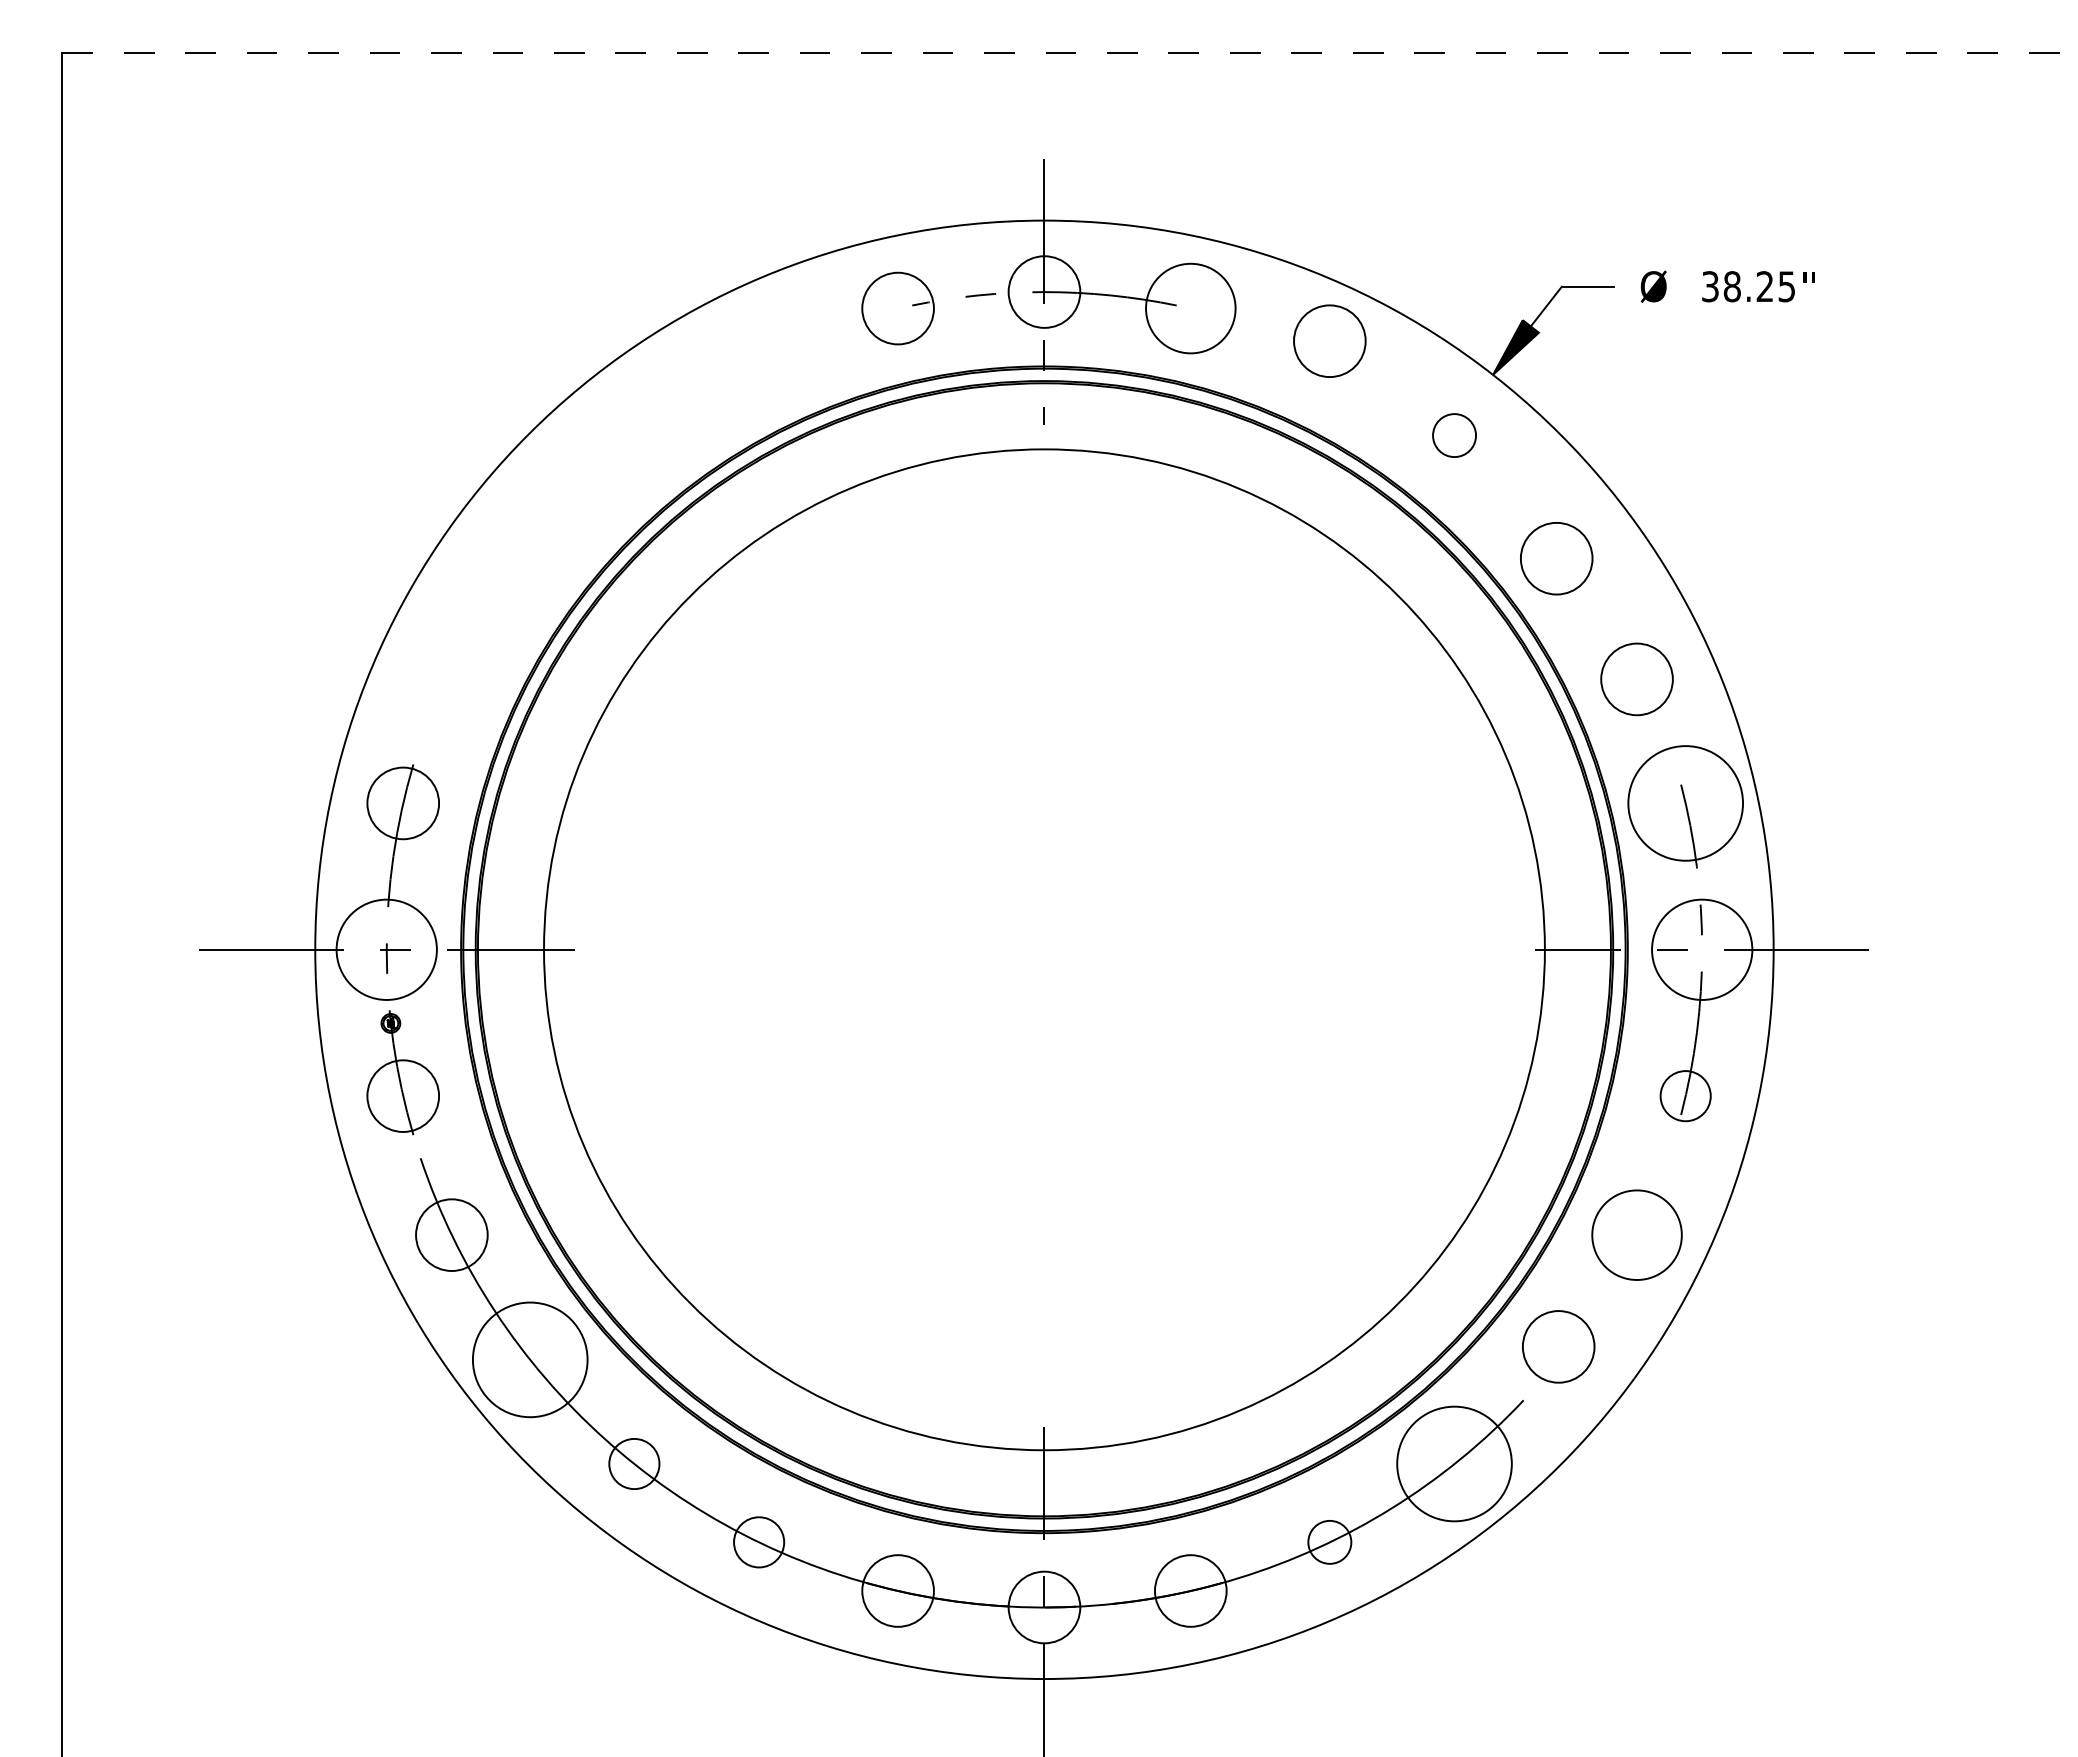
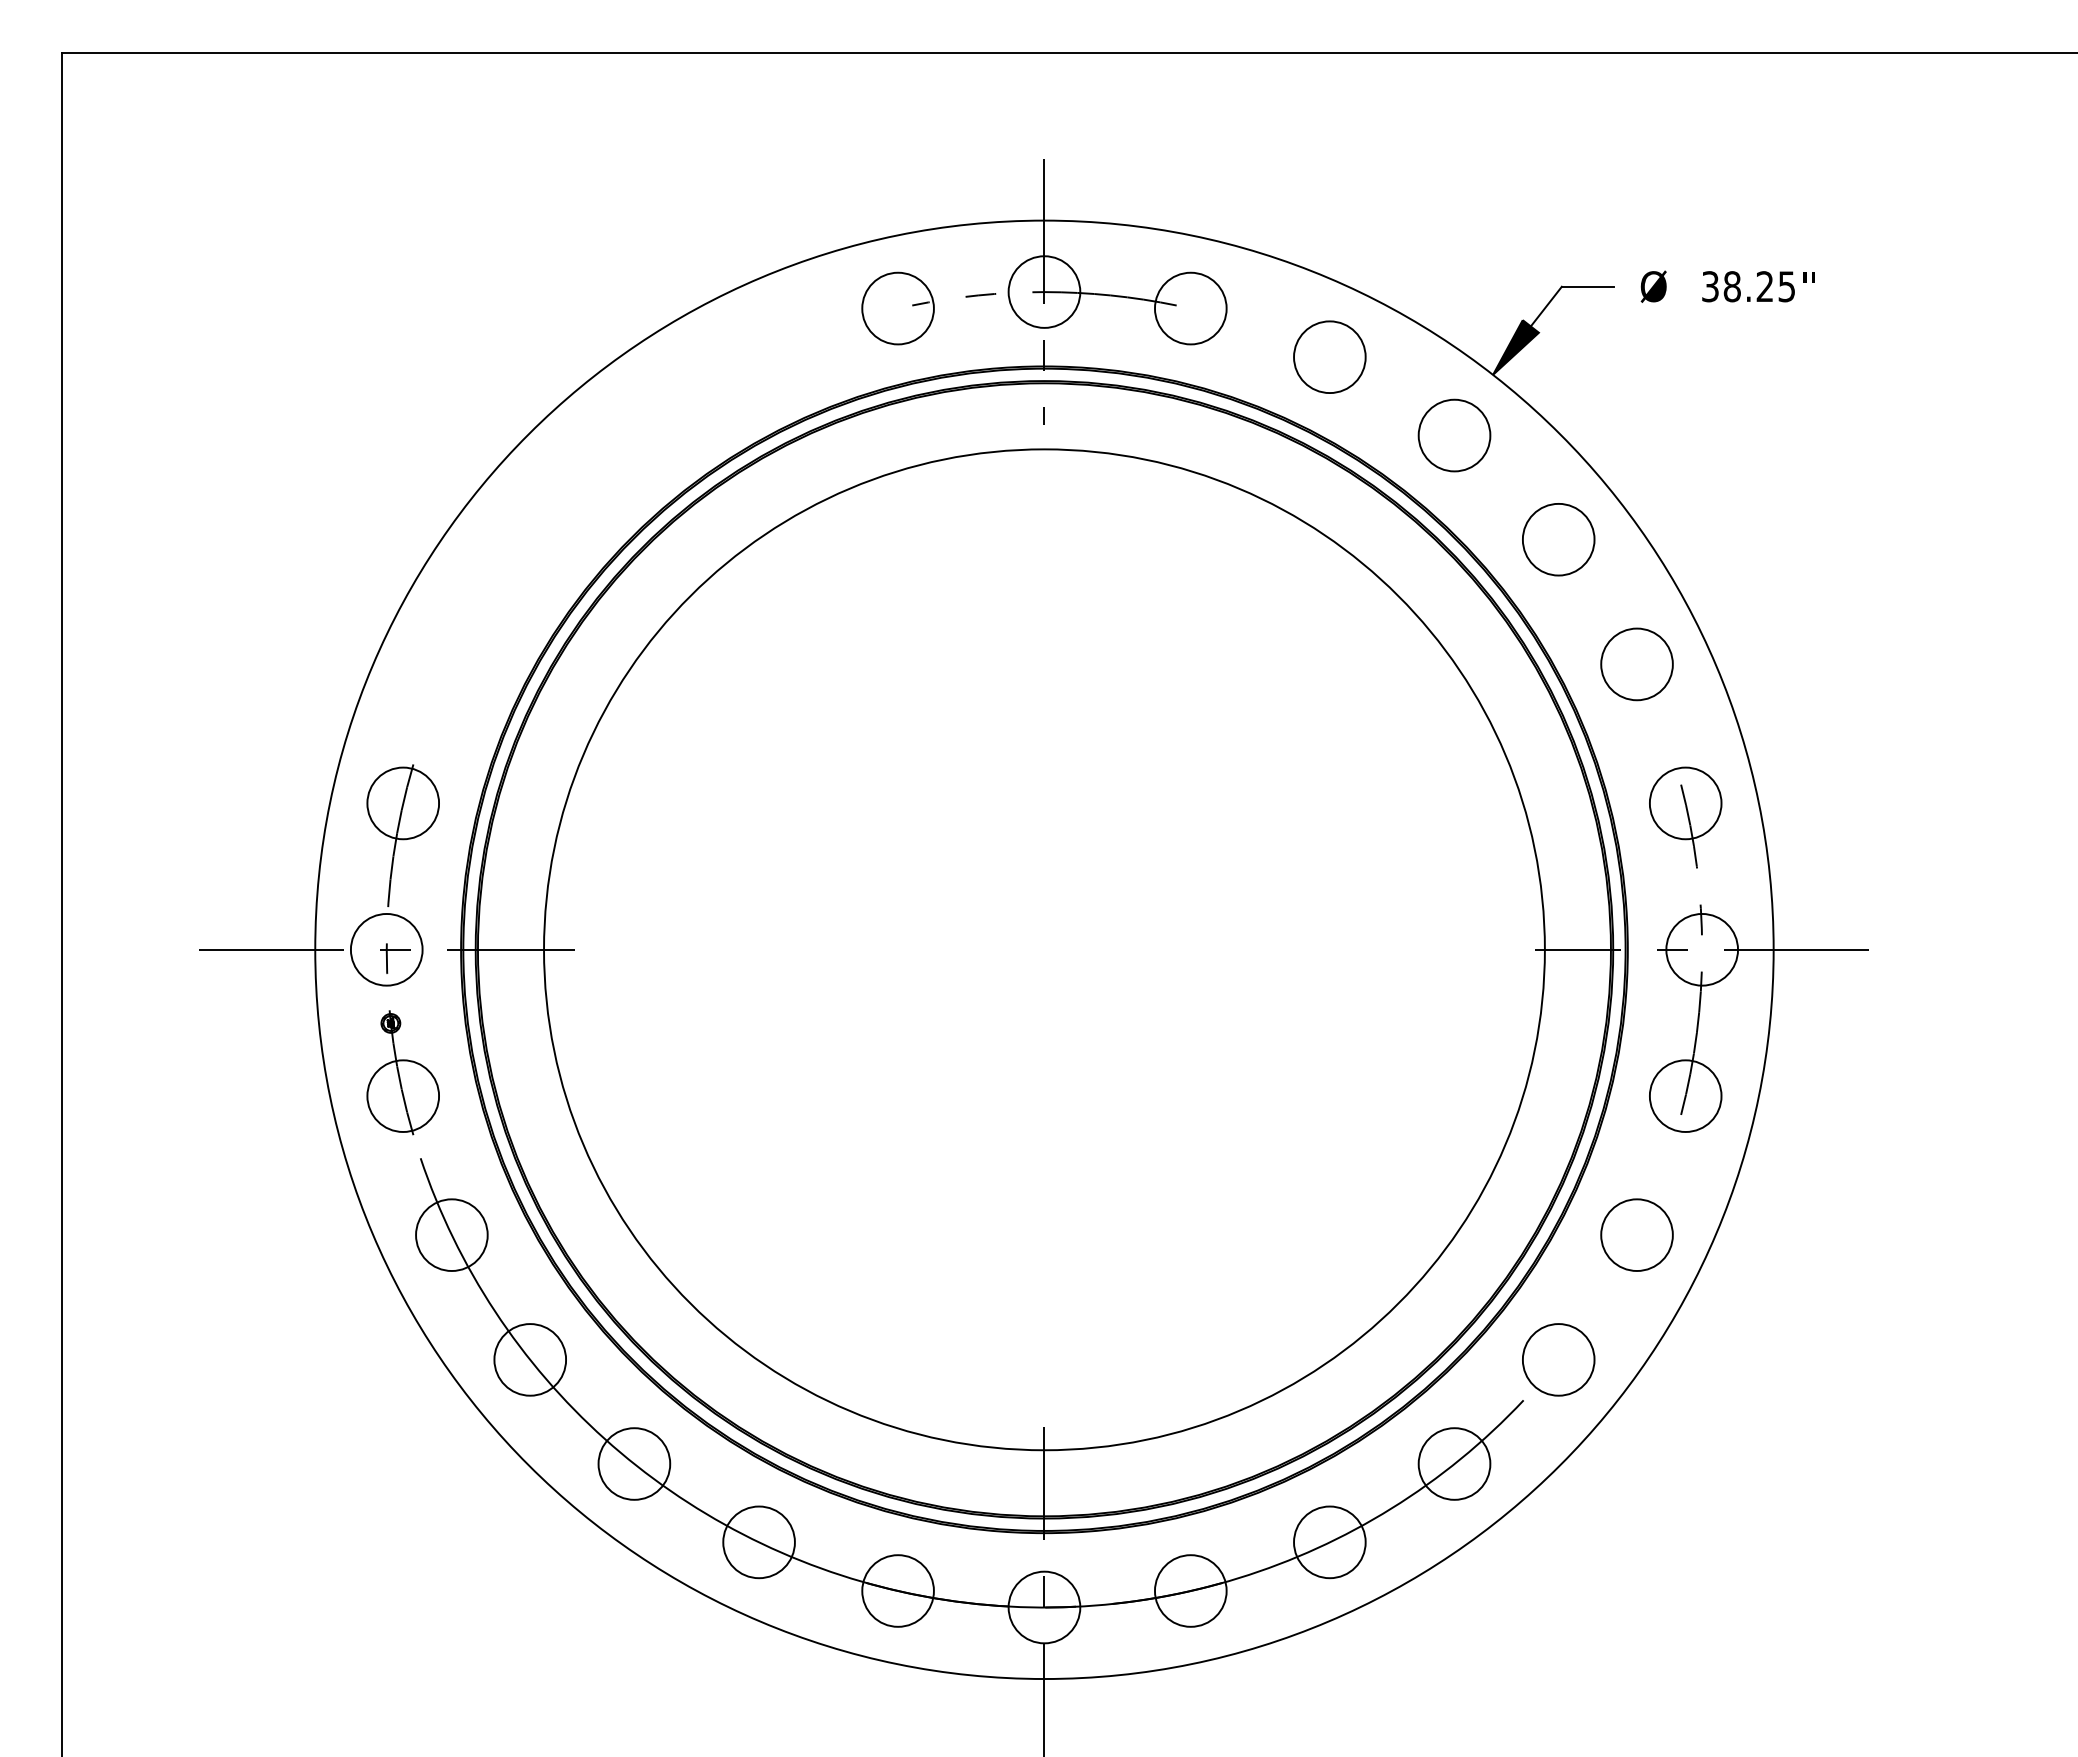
line at (1070, 52): dashed -> solid
circle at (1190, 308) diameter: 90 px -> 72 px
circle at (1329, 340) position: (1329, 340) -> (1329, 356)
circle at (1454, 435) diameter: 43 px -> 72 px
circle at (1556, 558) position: (1556, 558) -> (1558, 539)
circle at (1636, 679) position: (1636, 679) -> (1636, 664)
circle at (1685, 803) diameter: 115 px -> 72 px
circle at (386, 949) diameter: 100 px -> 72 px
circle at (1702, 949) diameter: 100 px -> 72 px
circle at (1685, 1096) diameter: 50 px -> 72 px
circle at (1636, 1234) size: 92x92 px -> 74x74 px
circle at (1558, 1346) position: (1558, 1346) -> (1558, 1359)
circle at (529, 1359) diameter: 115 px -> 72 px
circle at (634, 1463) diameter: 50 px -> 72 px
circle at (1454, 1463) diameter: 115 px -> 72 px
circle at (1329, 1541) diameter: 43 px -> 72 px
circle at (759, 1542) diameter: 50 px -> 72 px
